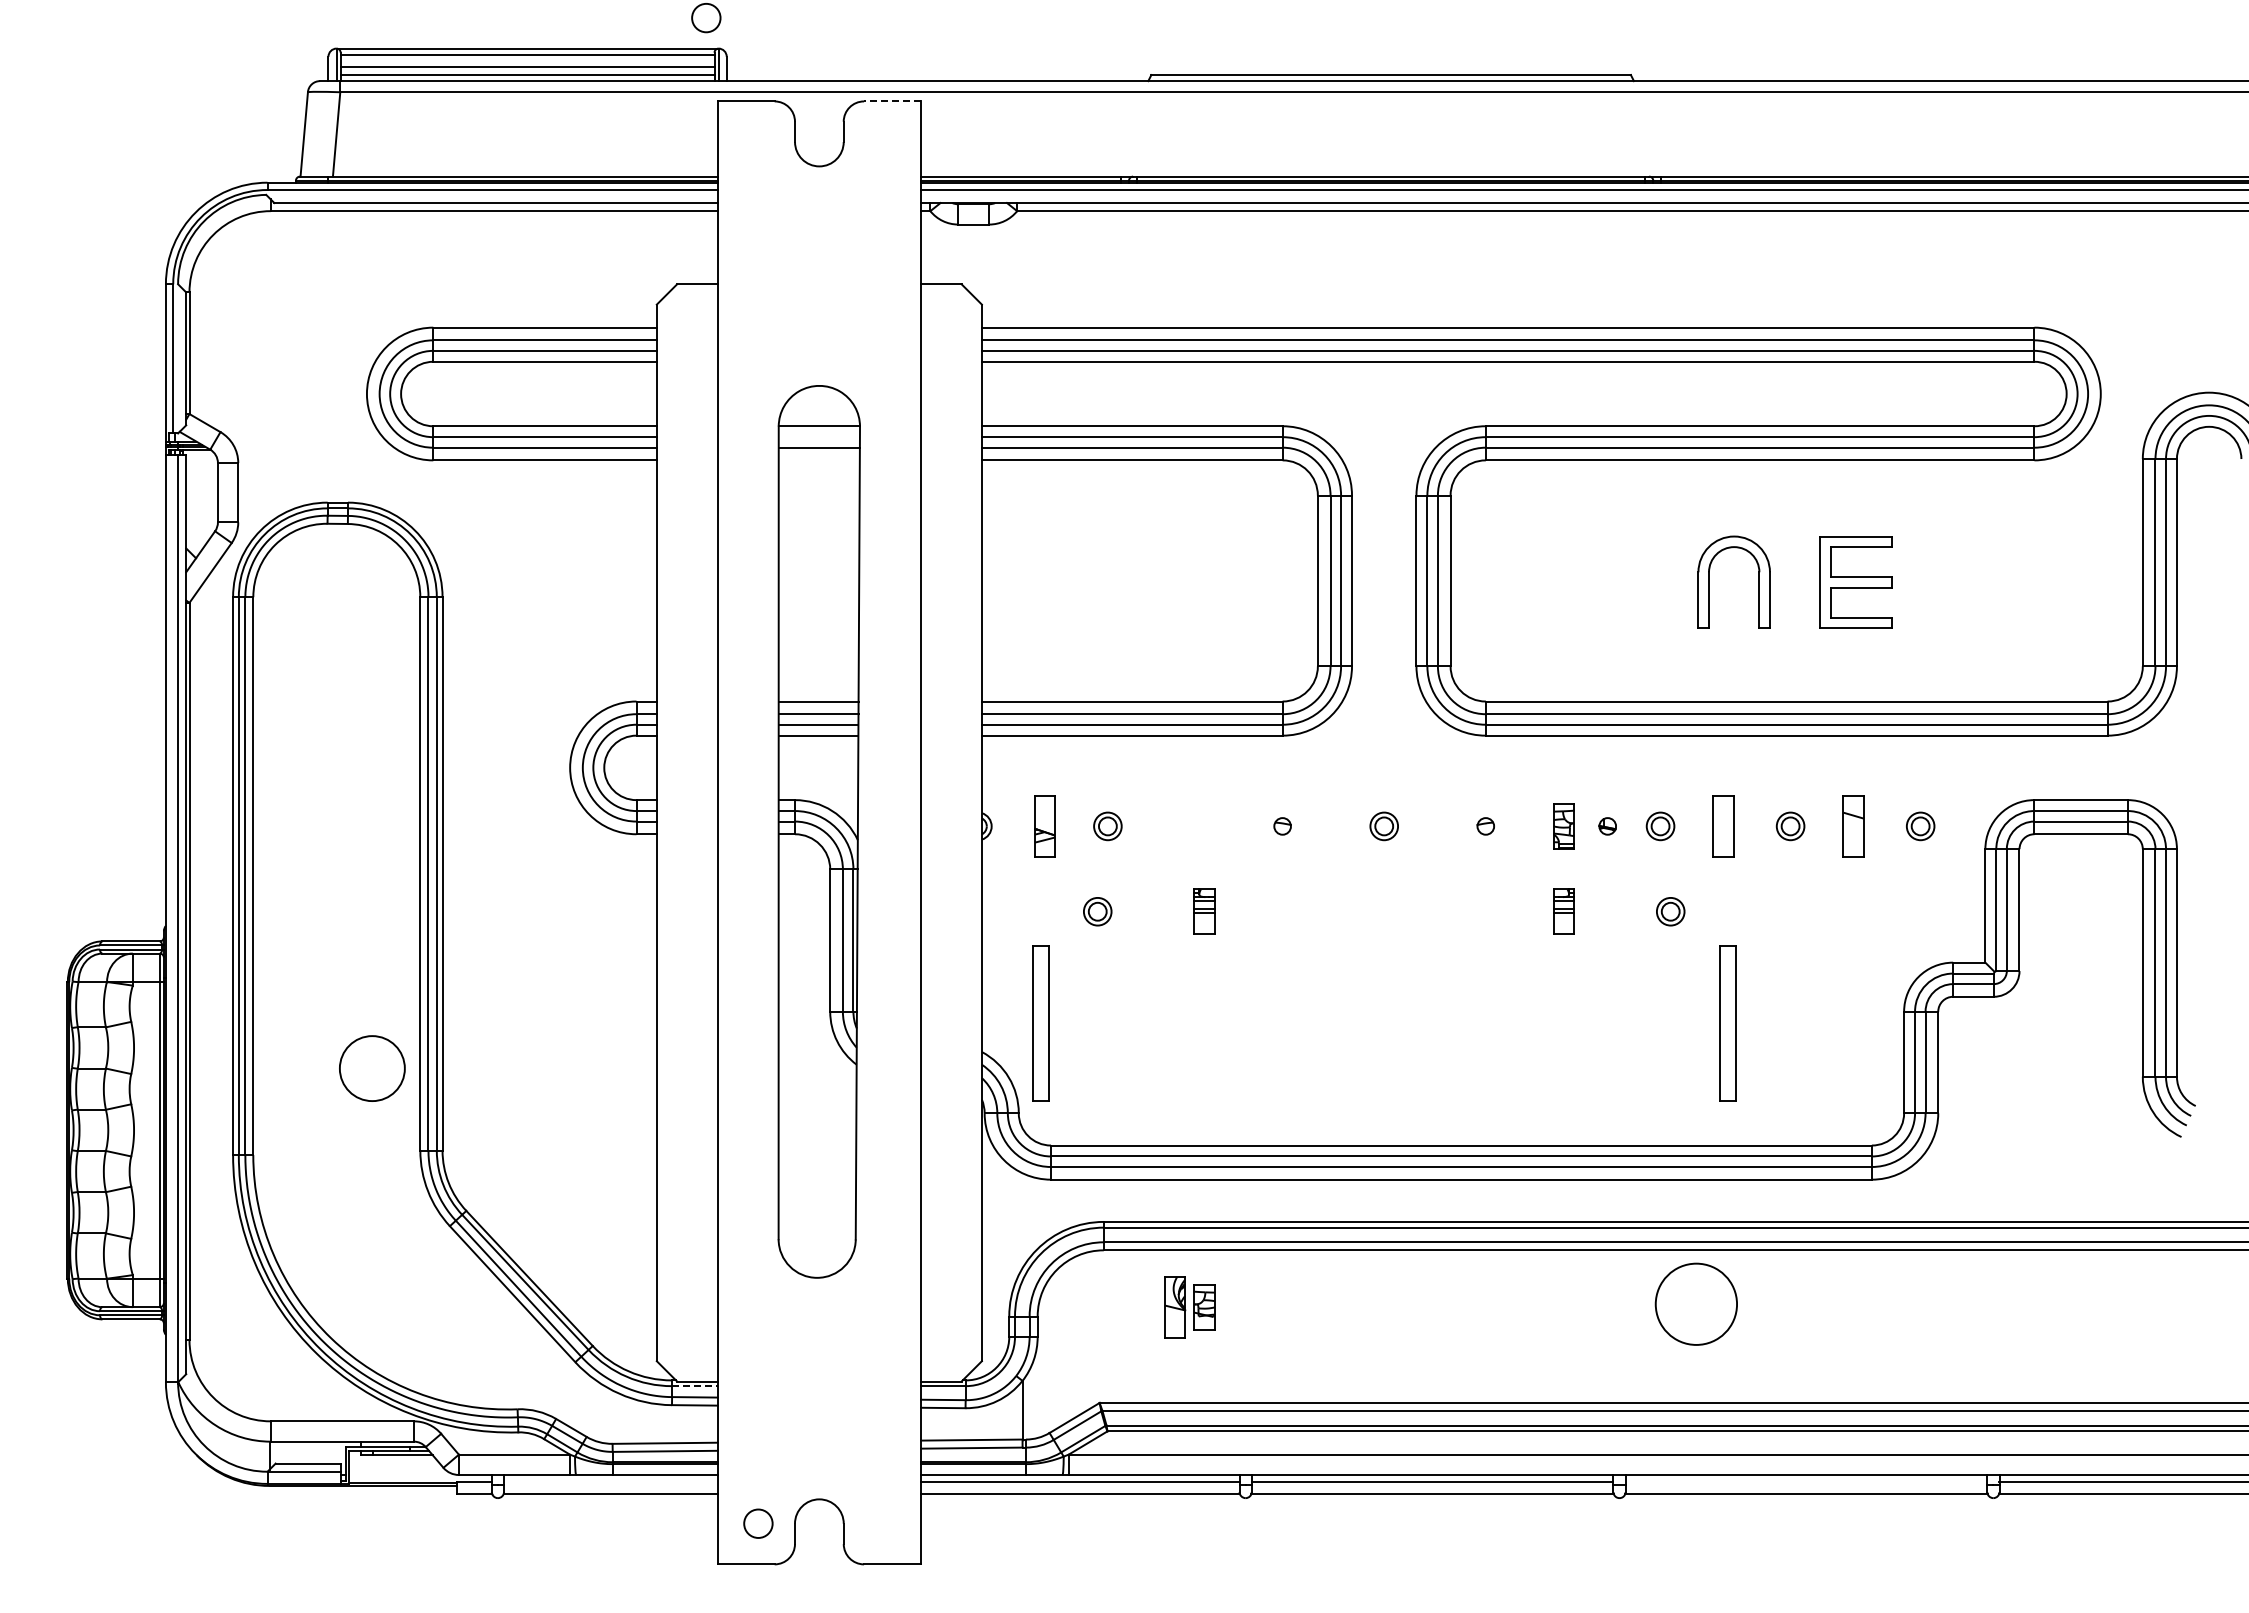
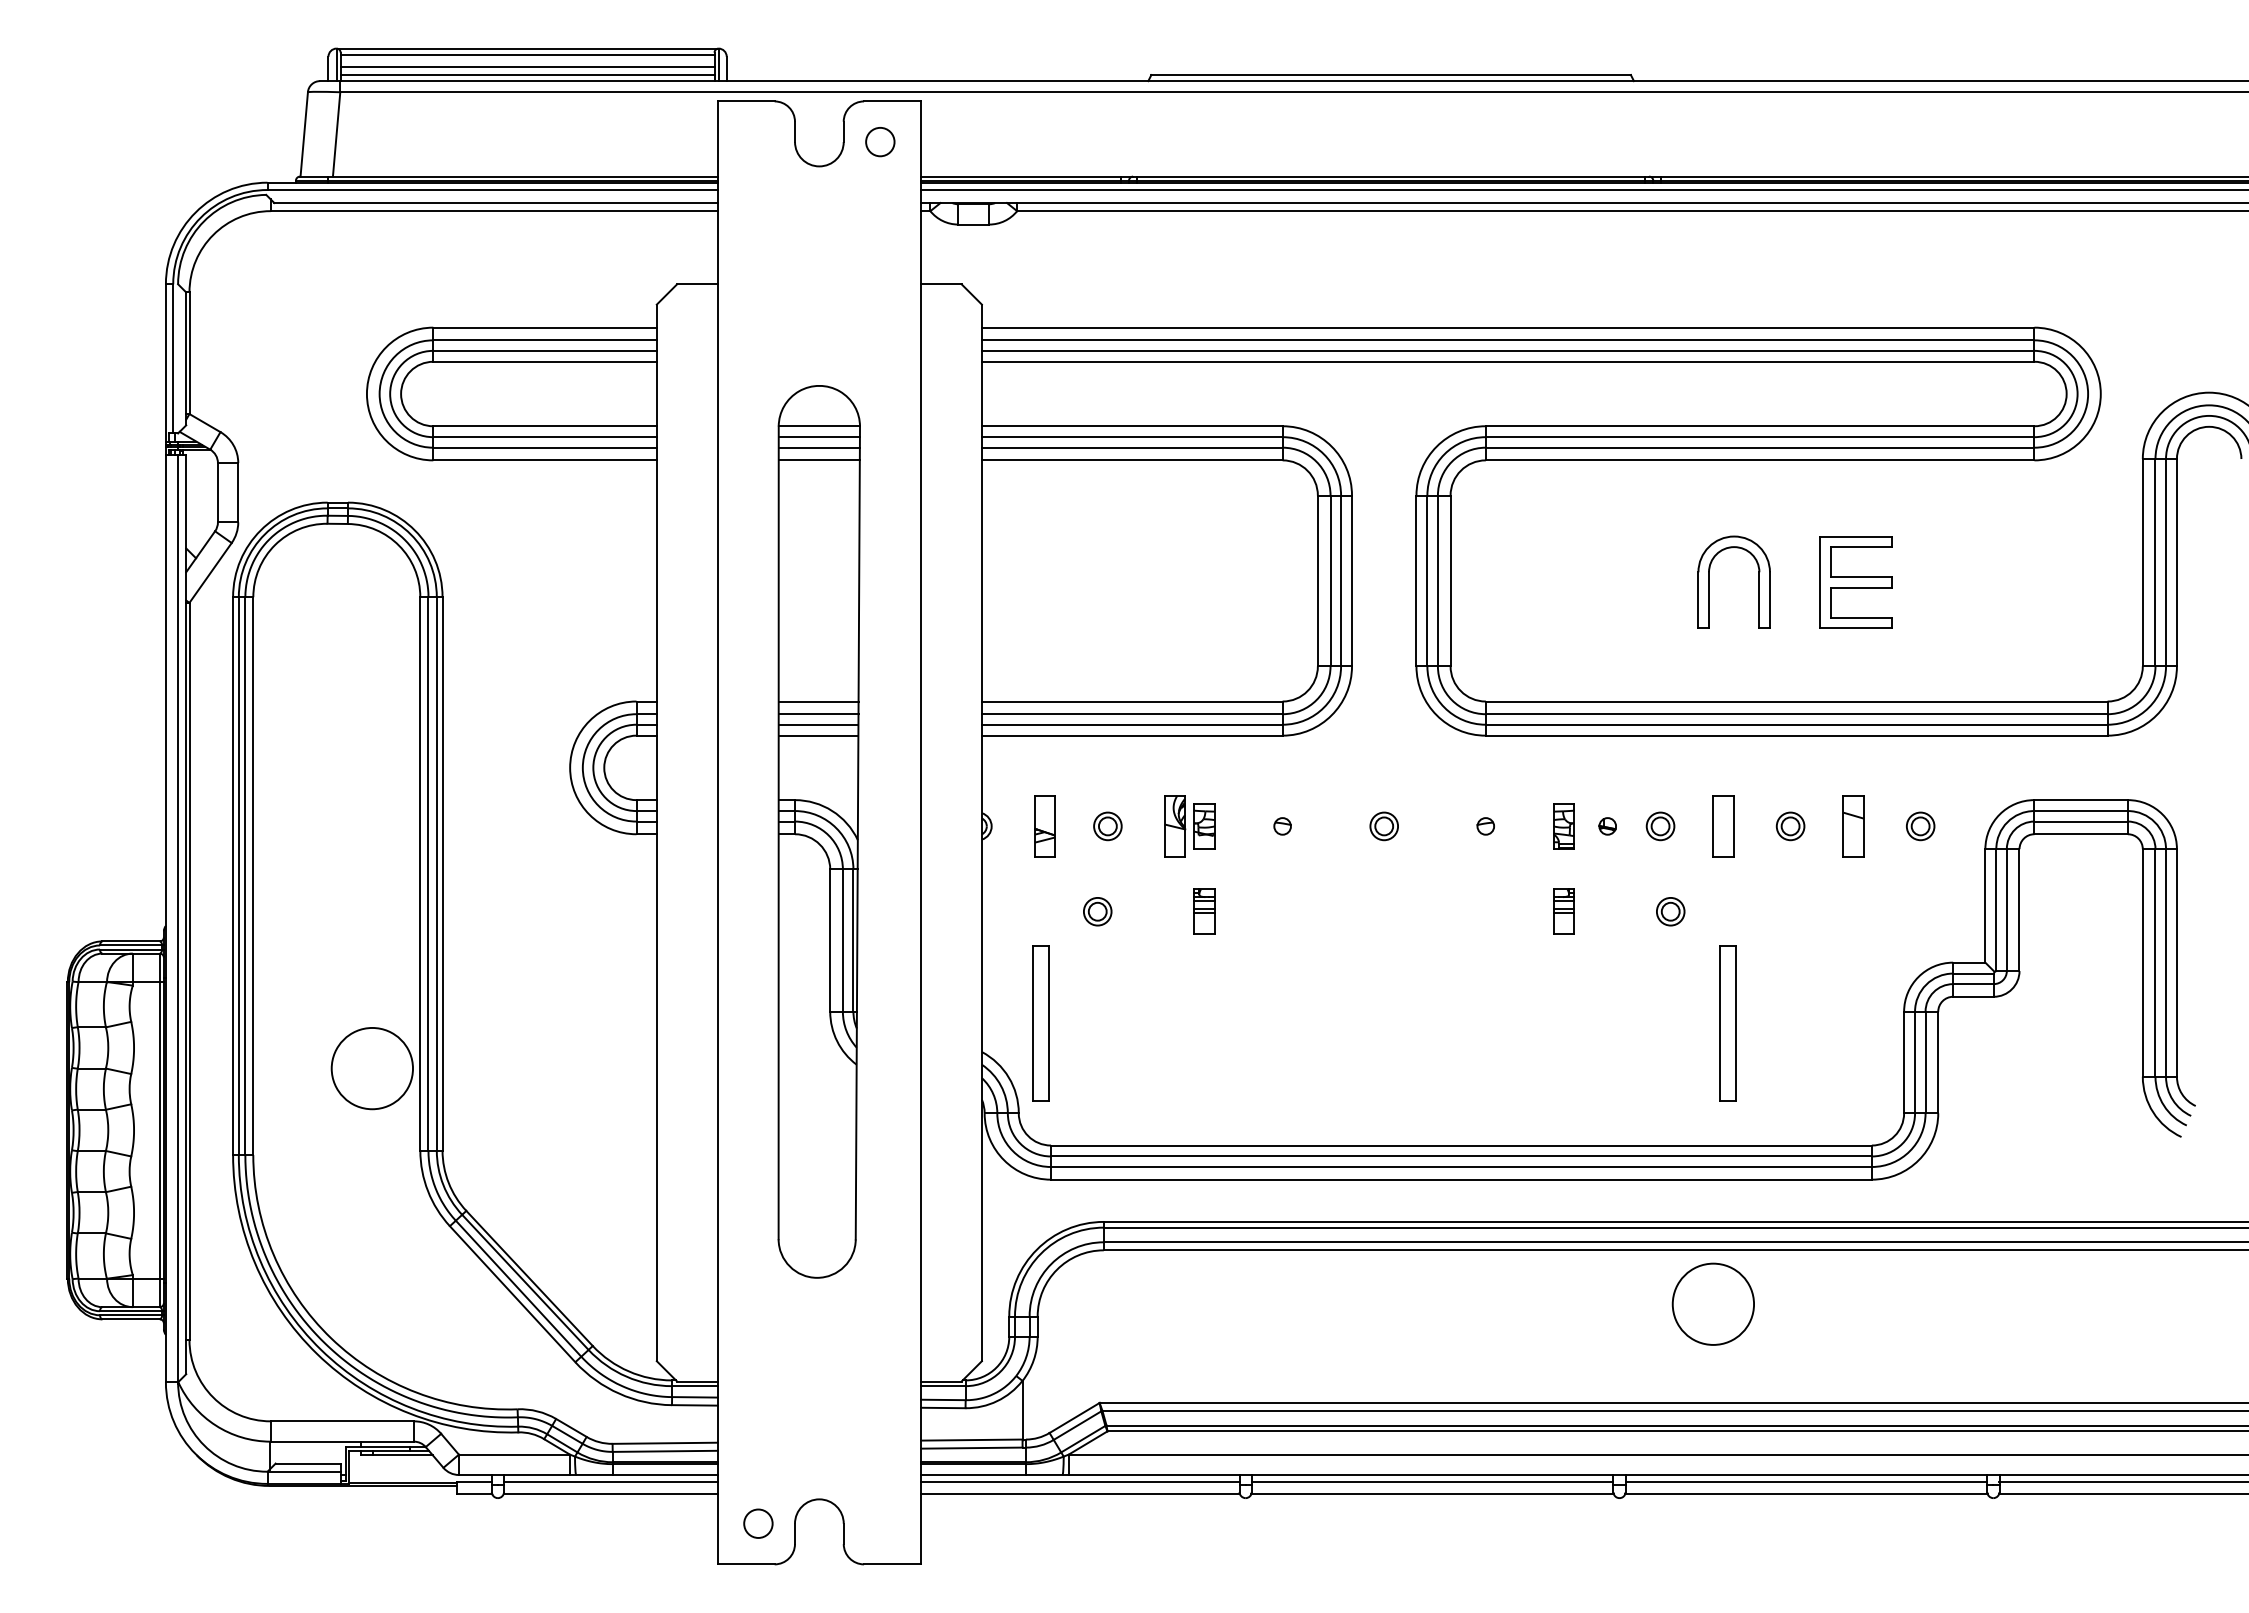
circle at (706, 18) position: (706, 18) -> (880, 142)
line at (892, 101): dashed -> solid
line at (818, 437): none -> present
line at (818, 460): none -> present
circle at (371, 1068) diameter: 65 px -> 81 px
circle at (1695, 1303) position: (1695, 1303) -> (1712, 1303)
part at (1189, 1307) position: (1189, 1307) -> (1189, 826)
line at (694, 1386): dashed -> solid
line at (610, 1482): none -> present
line at (1806, 1482): none -> present
